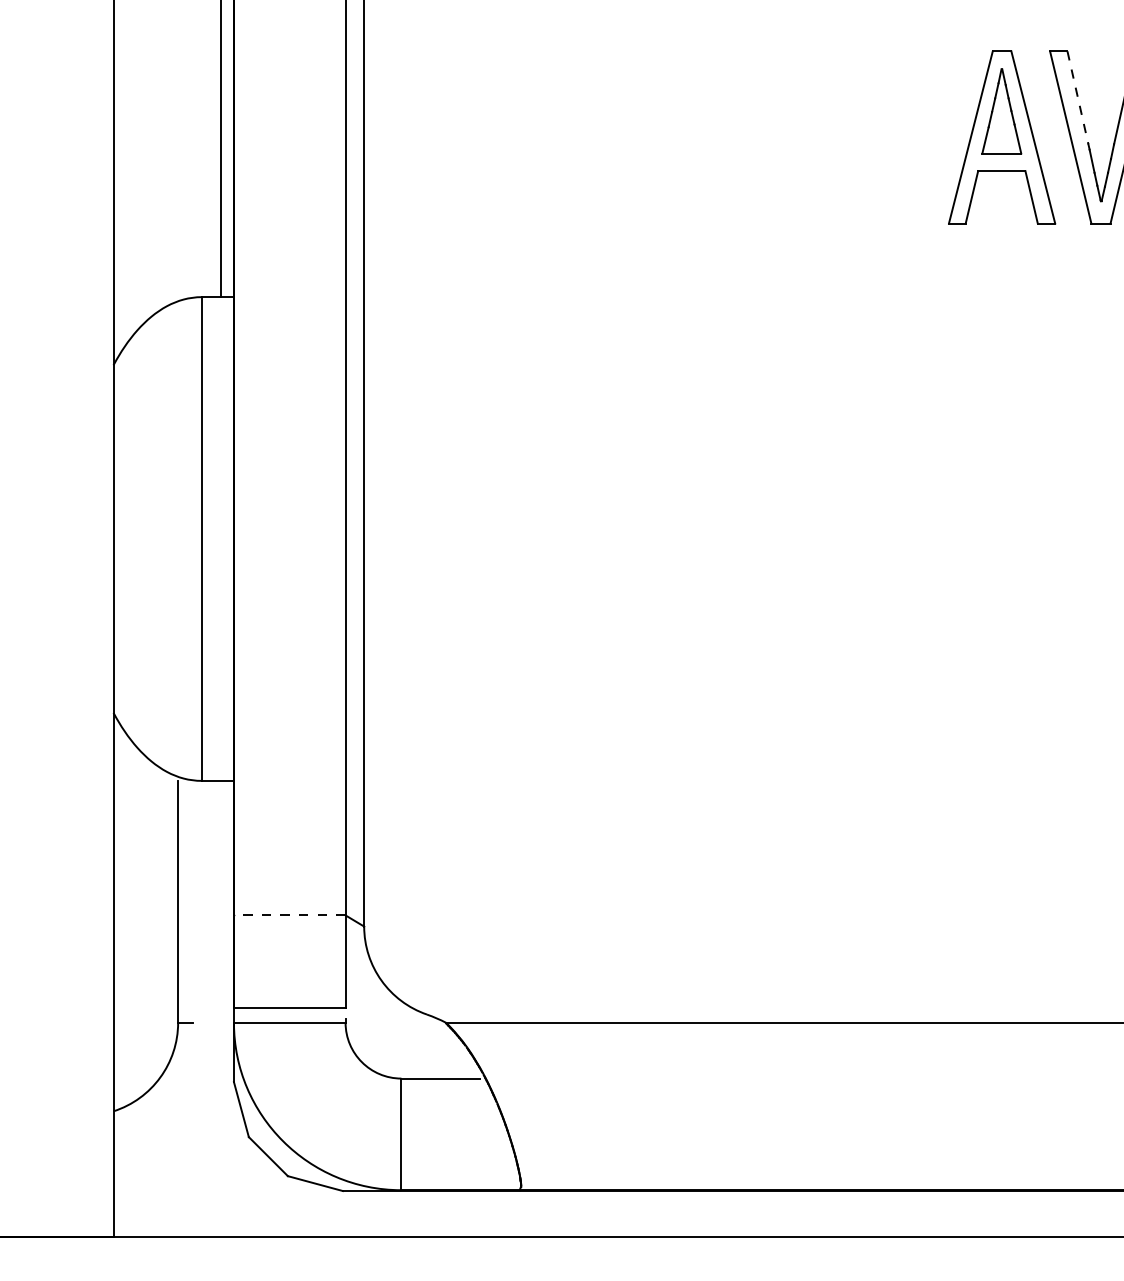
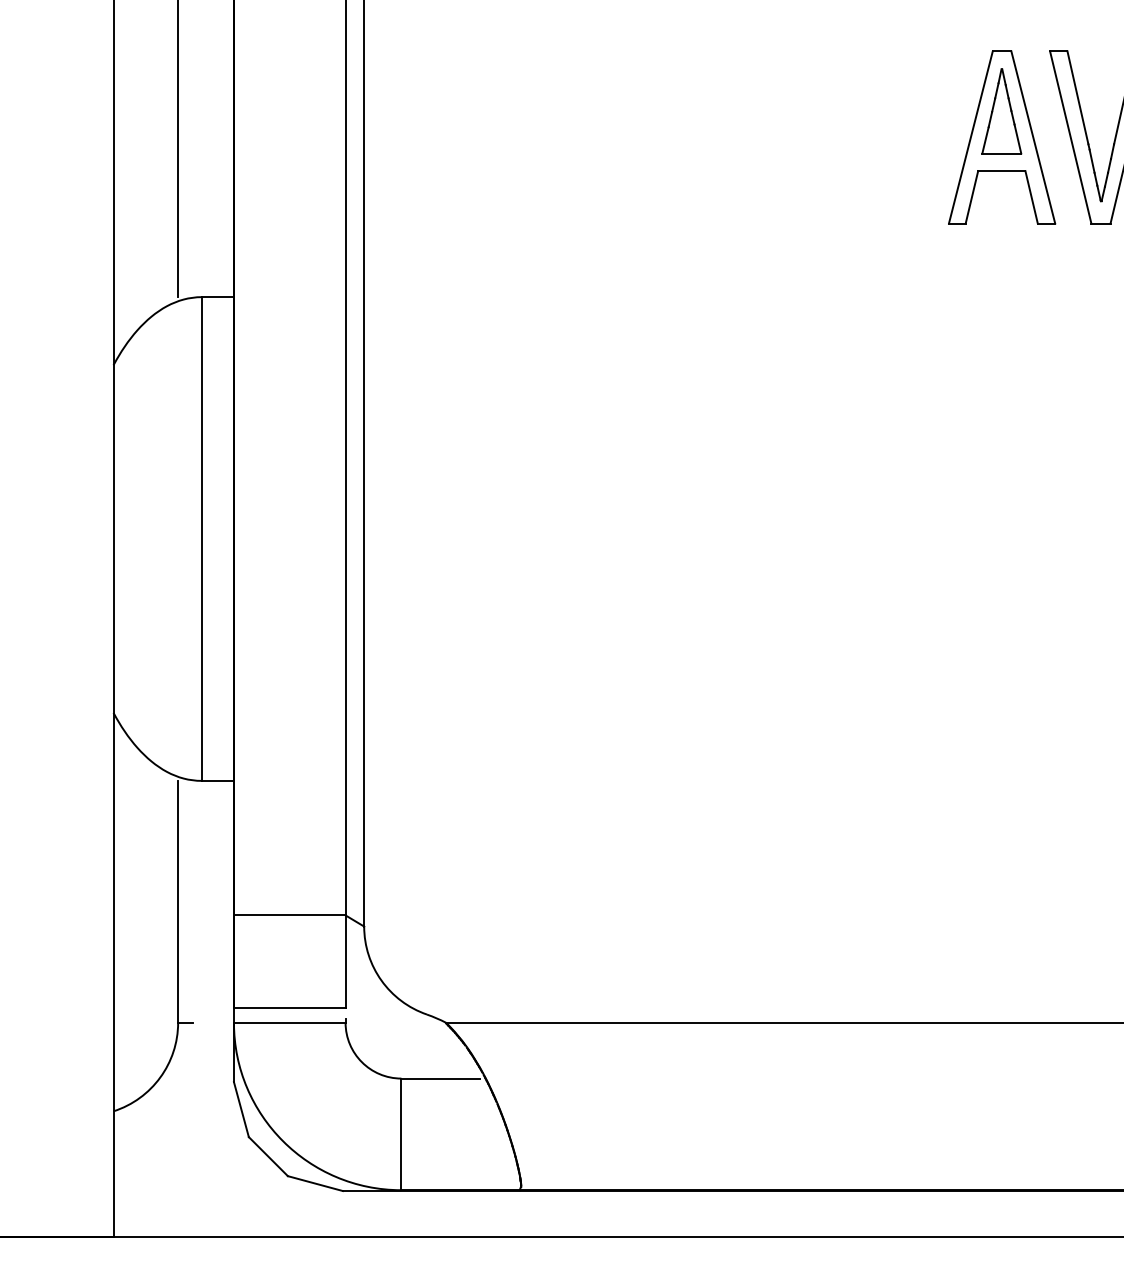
line at (1077, 97): dashed -> solid
line at (221, 149) position: (221, 149) -> (178, 149)
line at (289, 915): dashed -> solid
